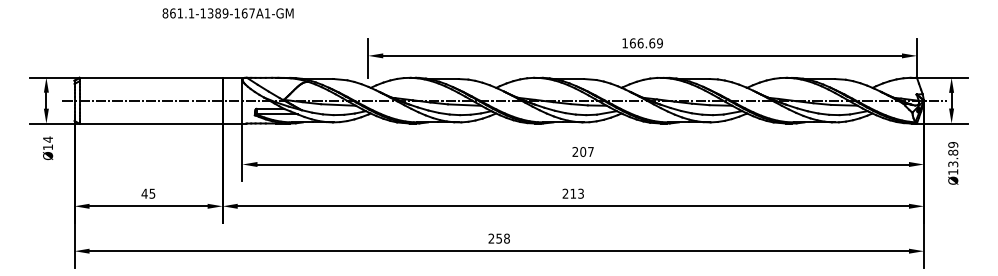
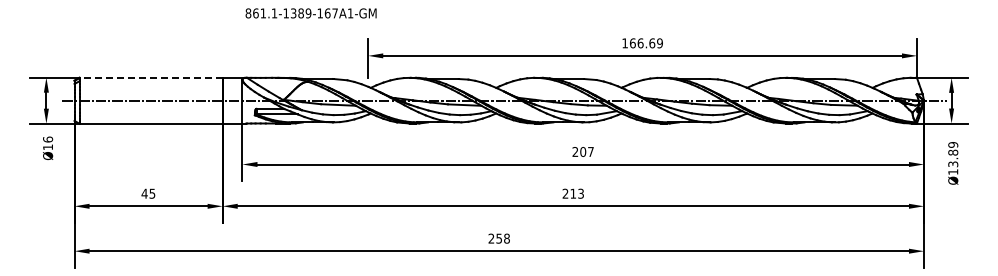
text at (227, 13) position: (227, 13) -> (310, 13)
line at (151, 77): solid -> dashed
text at (48, 139): Ø14 -> Ø16
